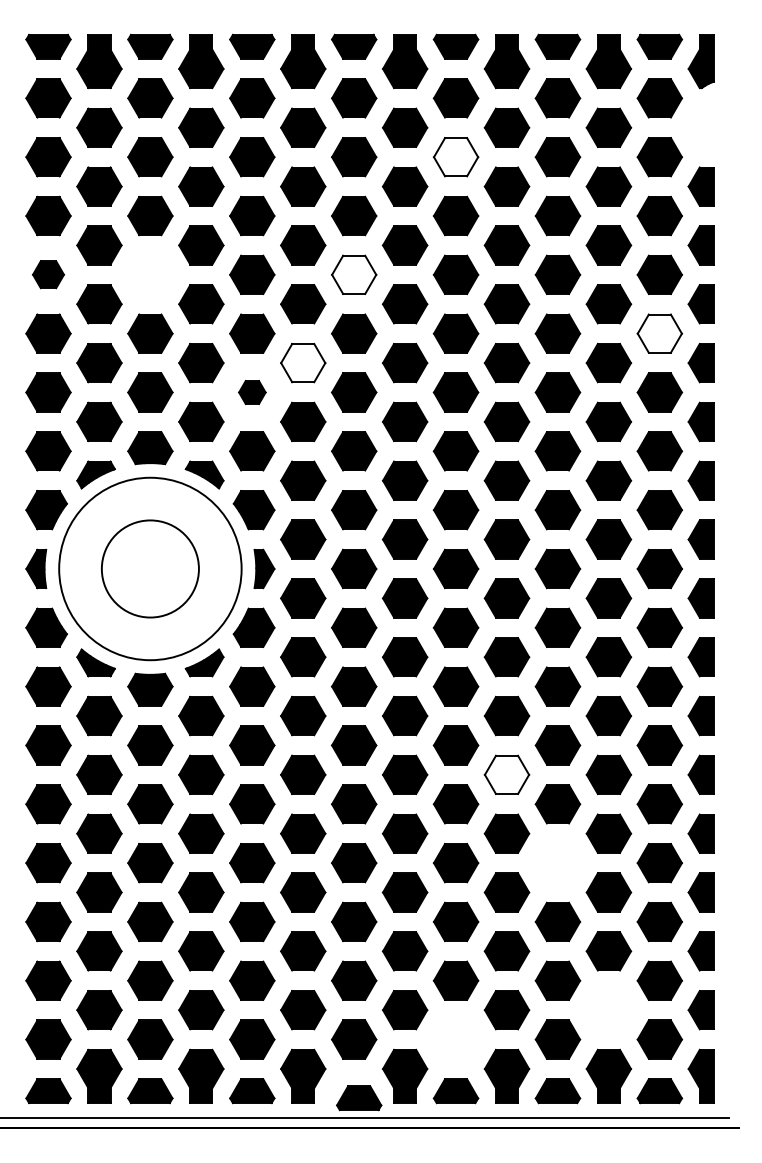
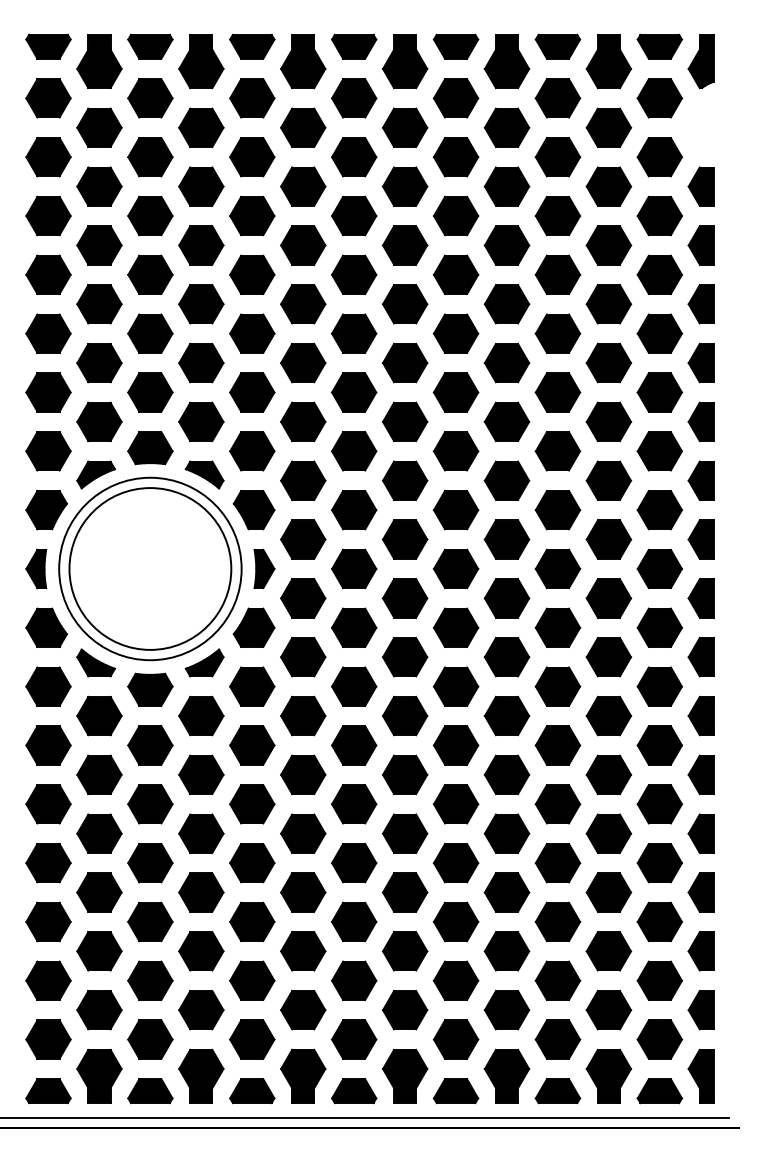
fill at (456, 157): none -> present
part at (48, 274) size: 34x30 px -> 47x41 px
part at (150, 274): none -> present
fill at (354, 274): none -> present
fill at (659, 333): none -> present
fill at (303, 362): none -> present
part at (252, 392) size: 29x25 px -> 47x41 px
circle at (149, 568) diameter: 97 px -> 162 px
fill at (506, 774): none -> present
part at (557, 863): none -> present
part at (608, 1010): none -> present
part at (455, 1039): none -> present
part at (359, 1098) position: (359, 1098) -> (354, 1091)
